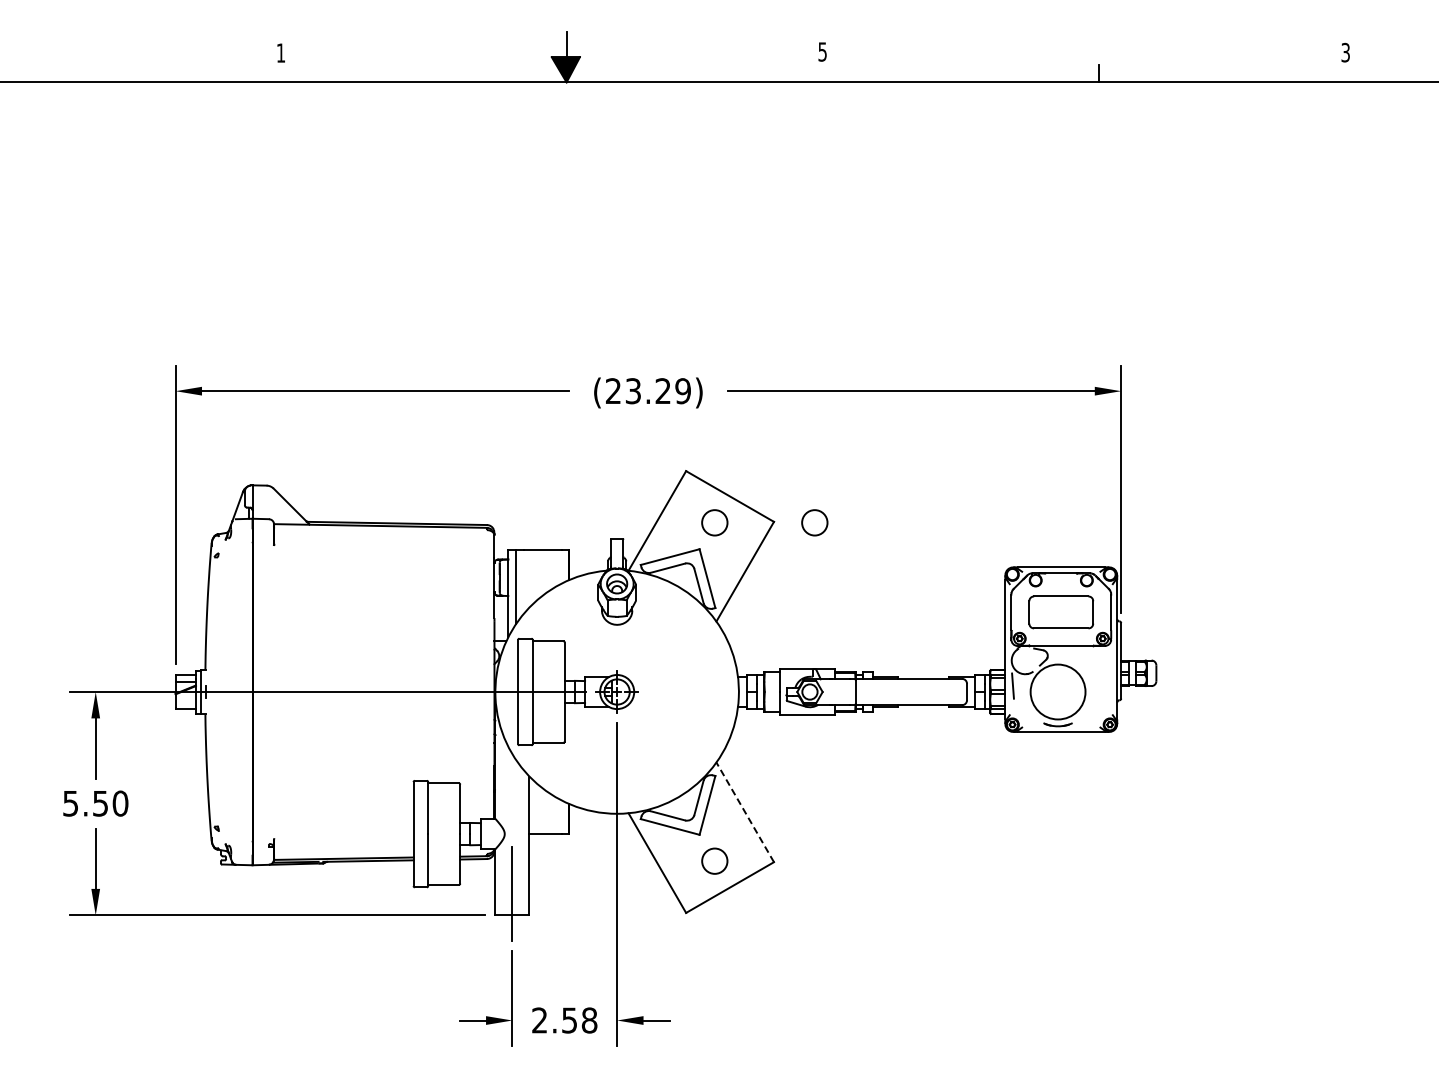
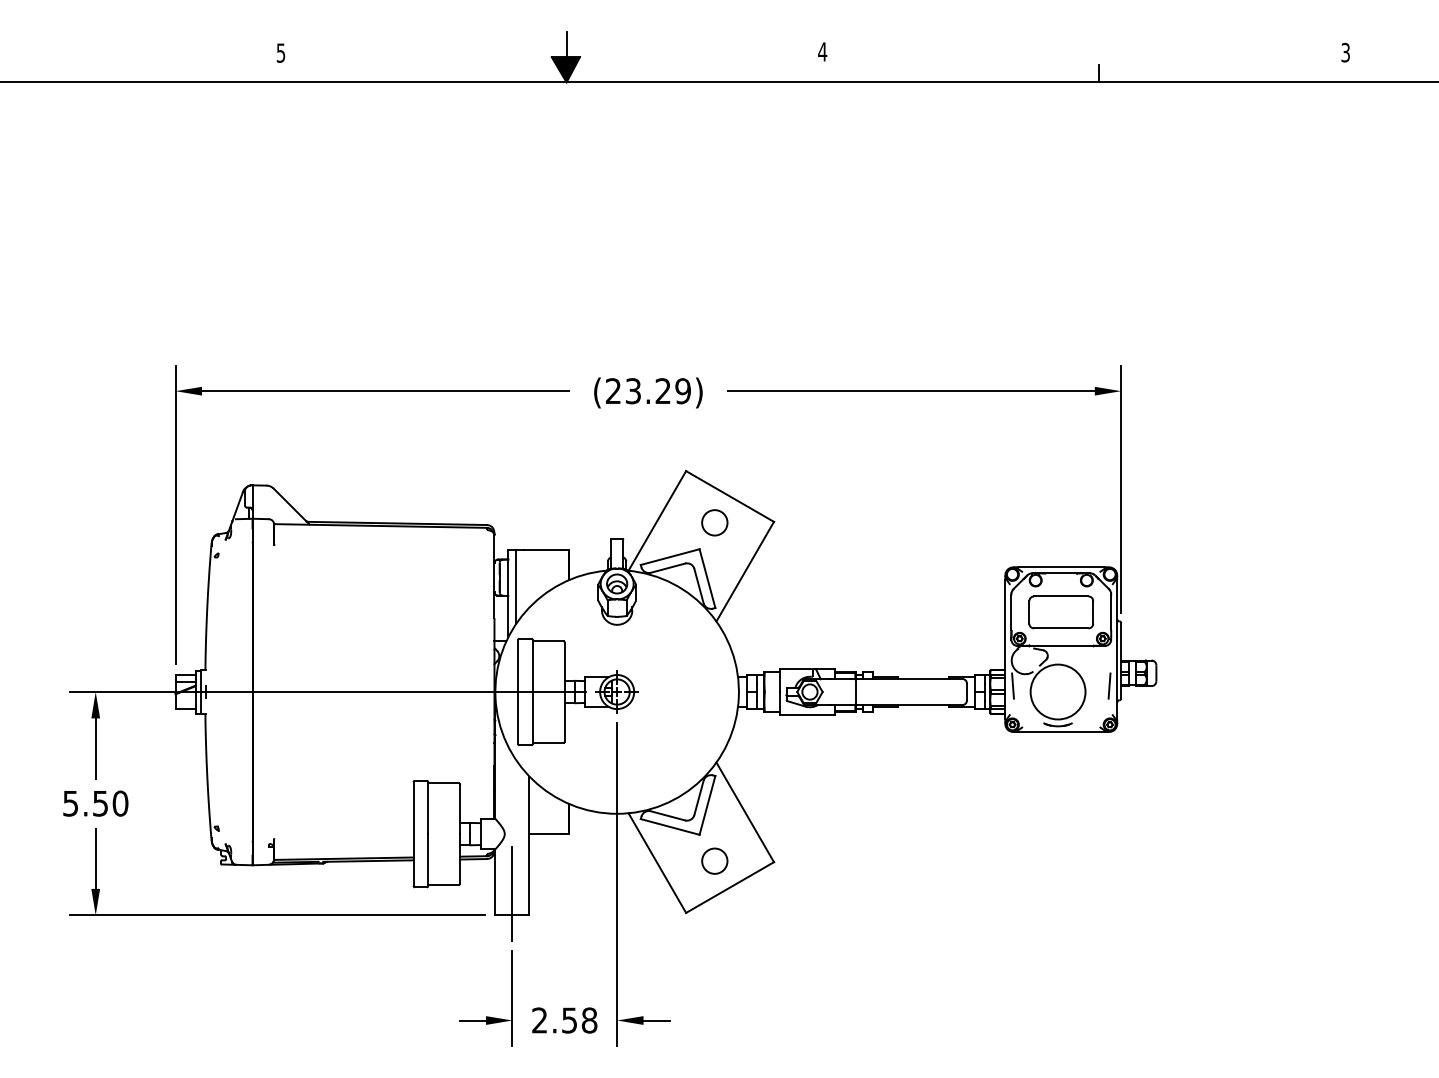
text at (822, 51): 5 -> 4
text at (280, 52): 1 -> 5
circle at (814, 522): present -> none
line at (1109, 685): none -> present
line at (745, 812): dashed -> solid
